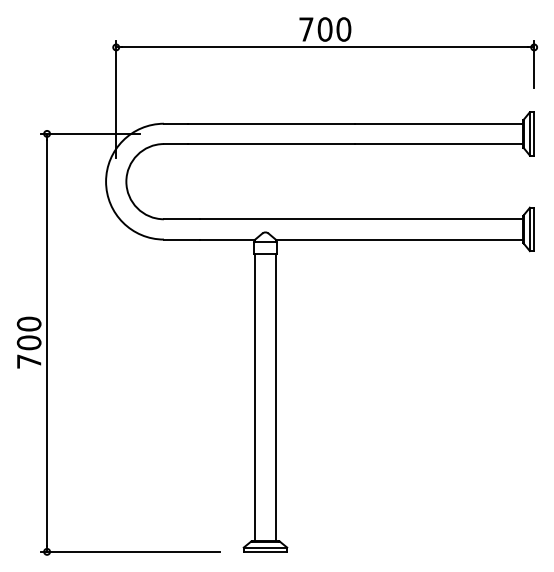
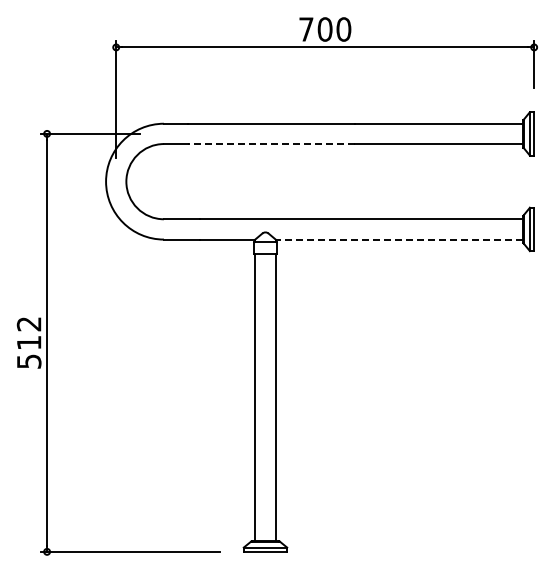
line at (271, 144): solid -> dashed
line at (399, 239): solid -> dashed
text at (28, 342): 700 -> 512
